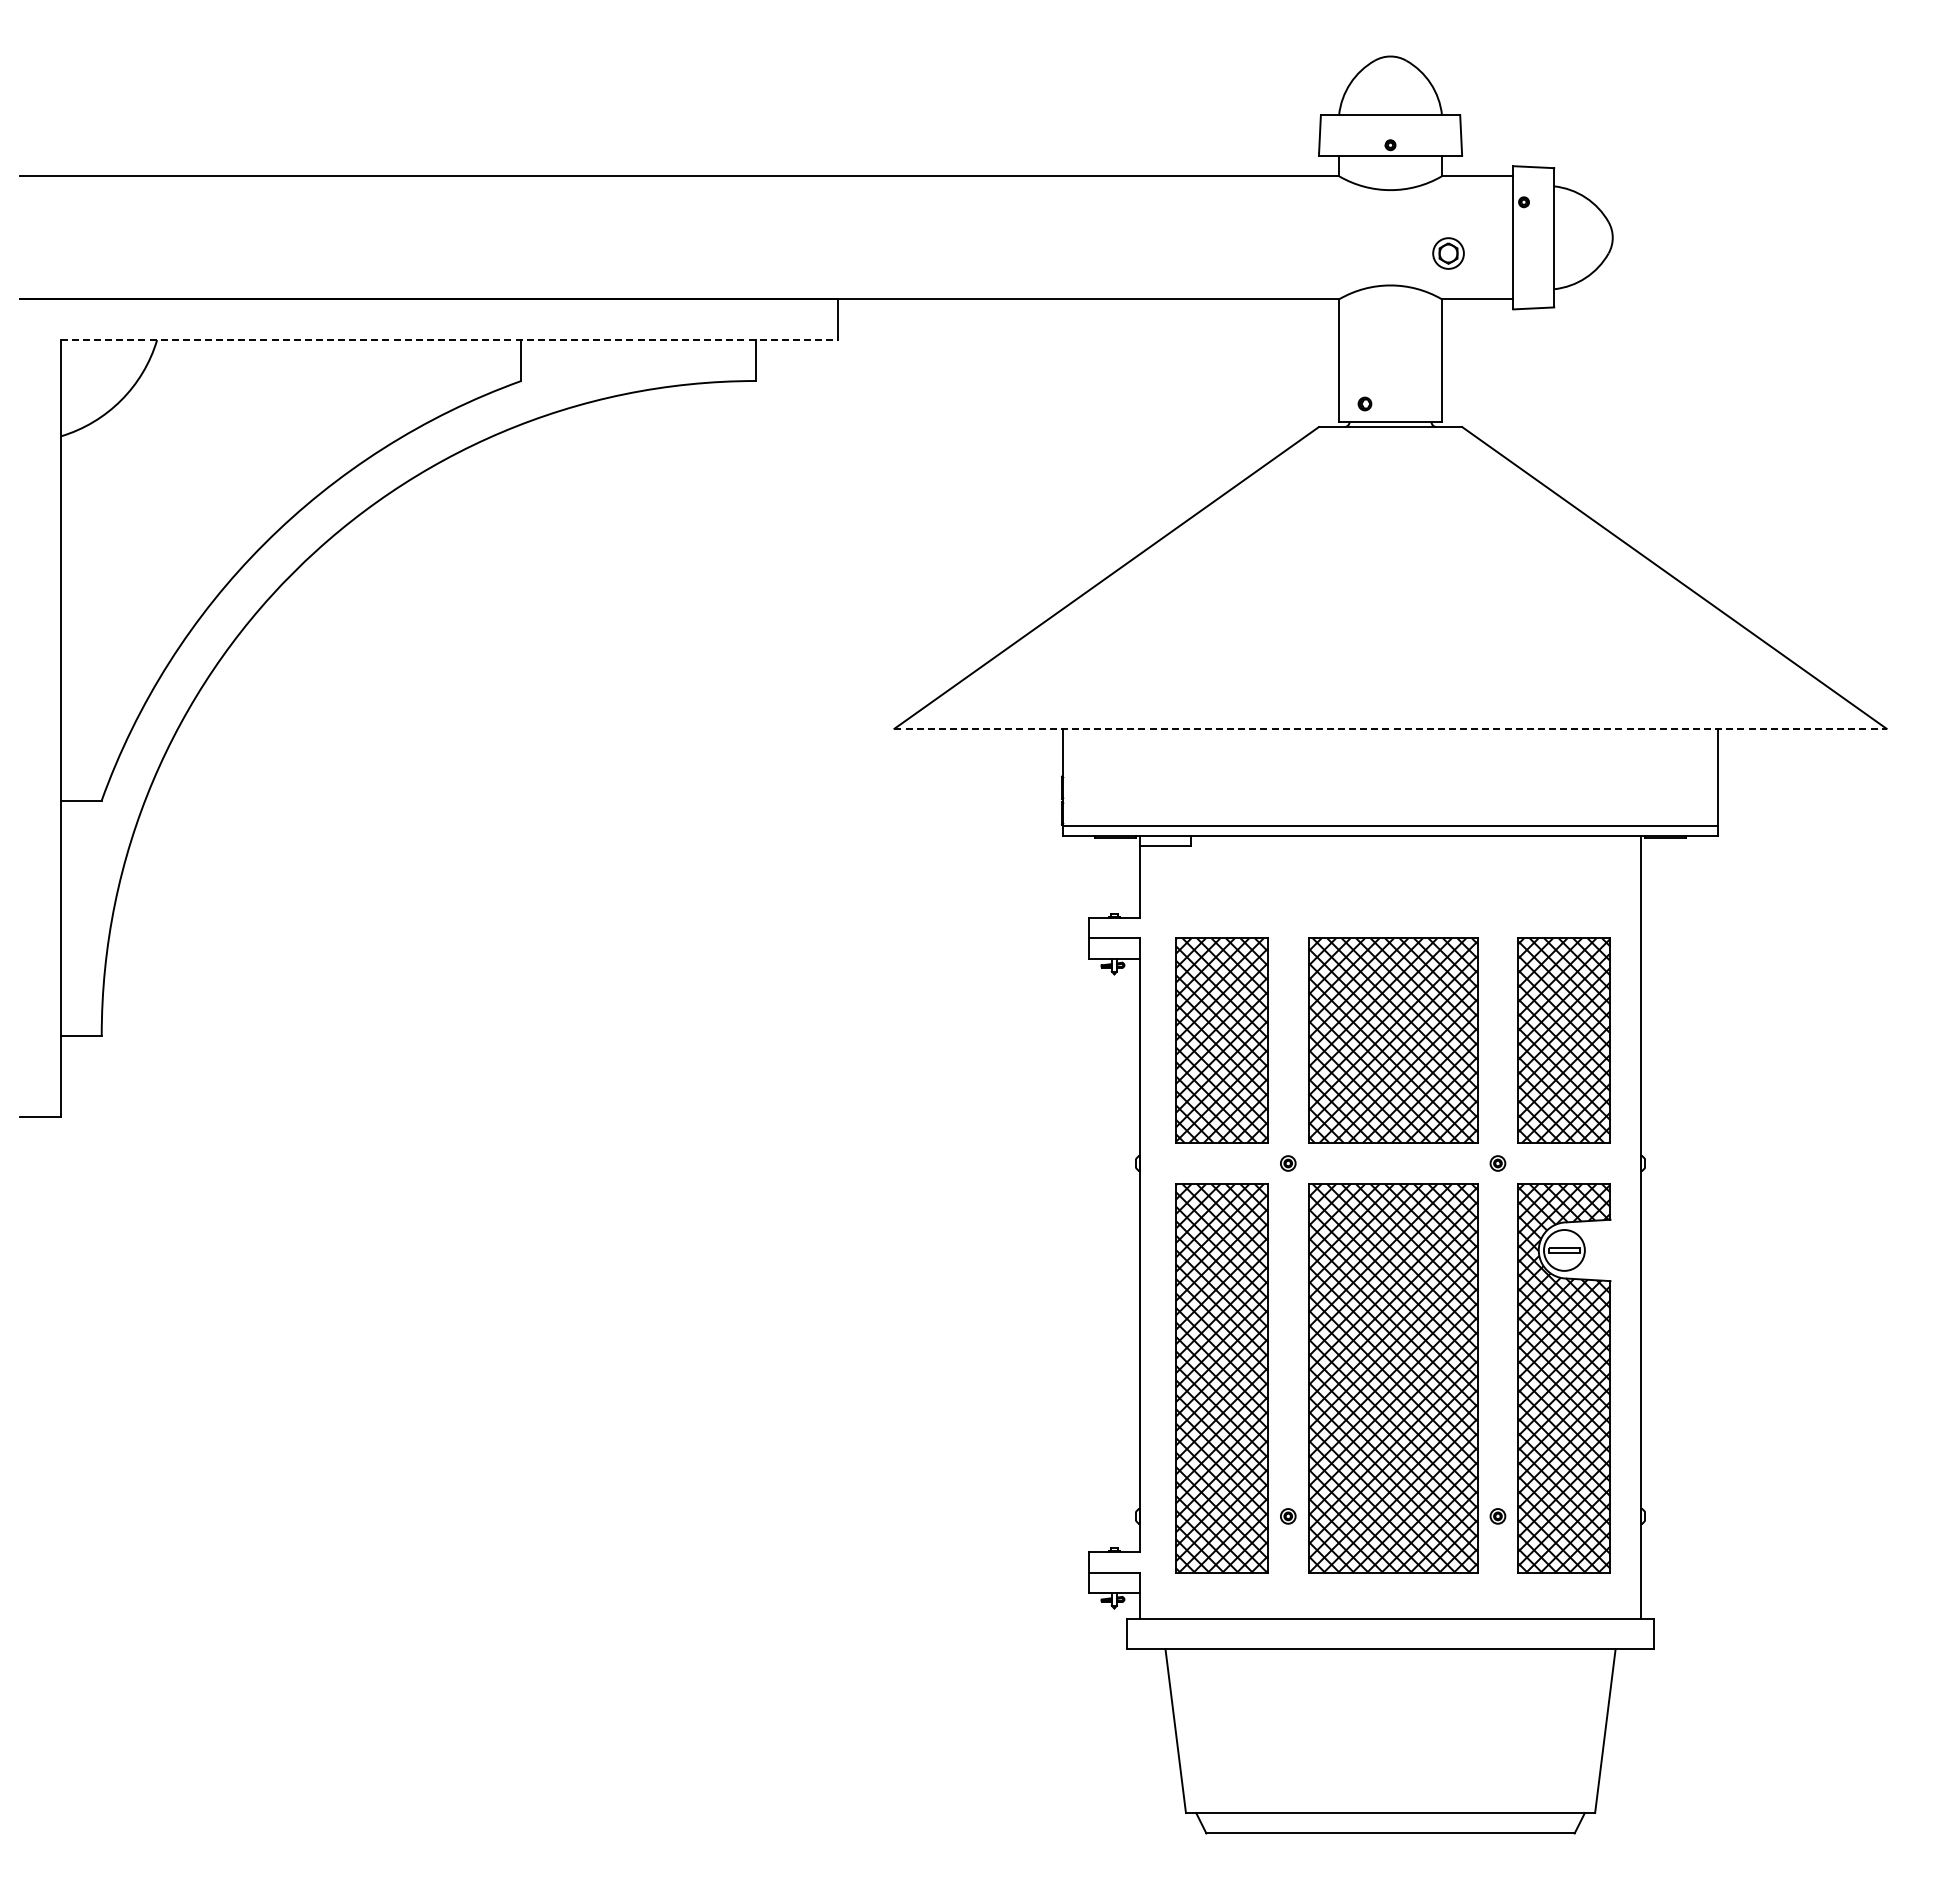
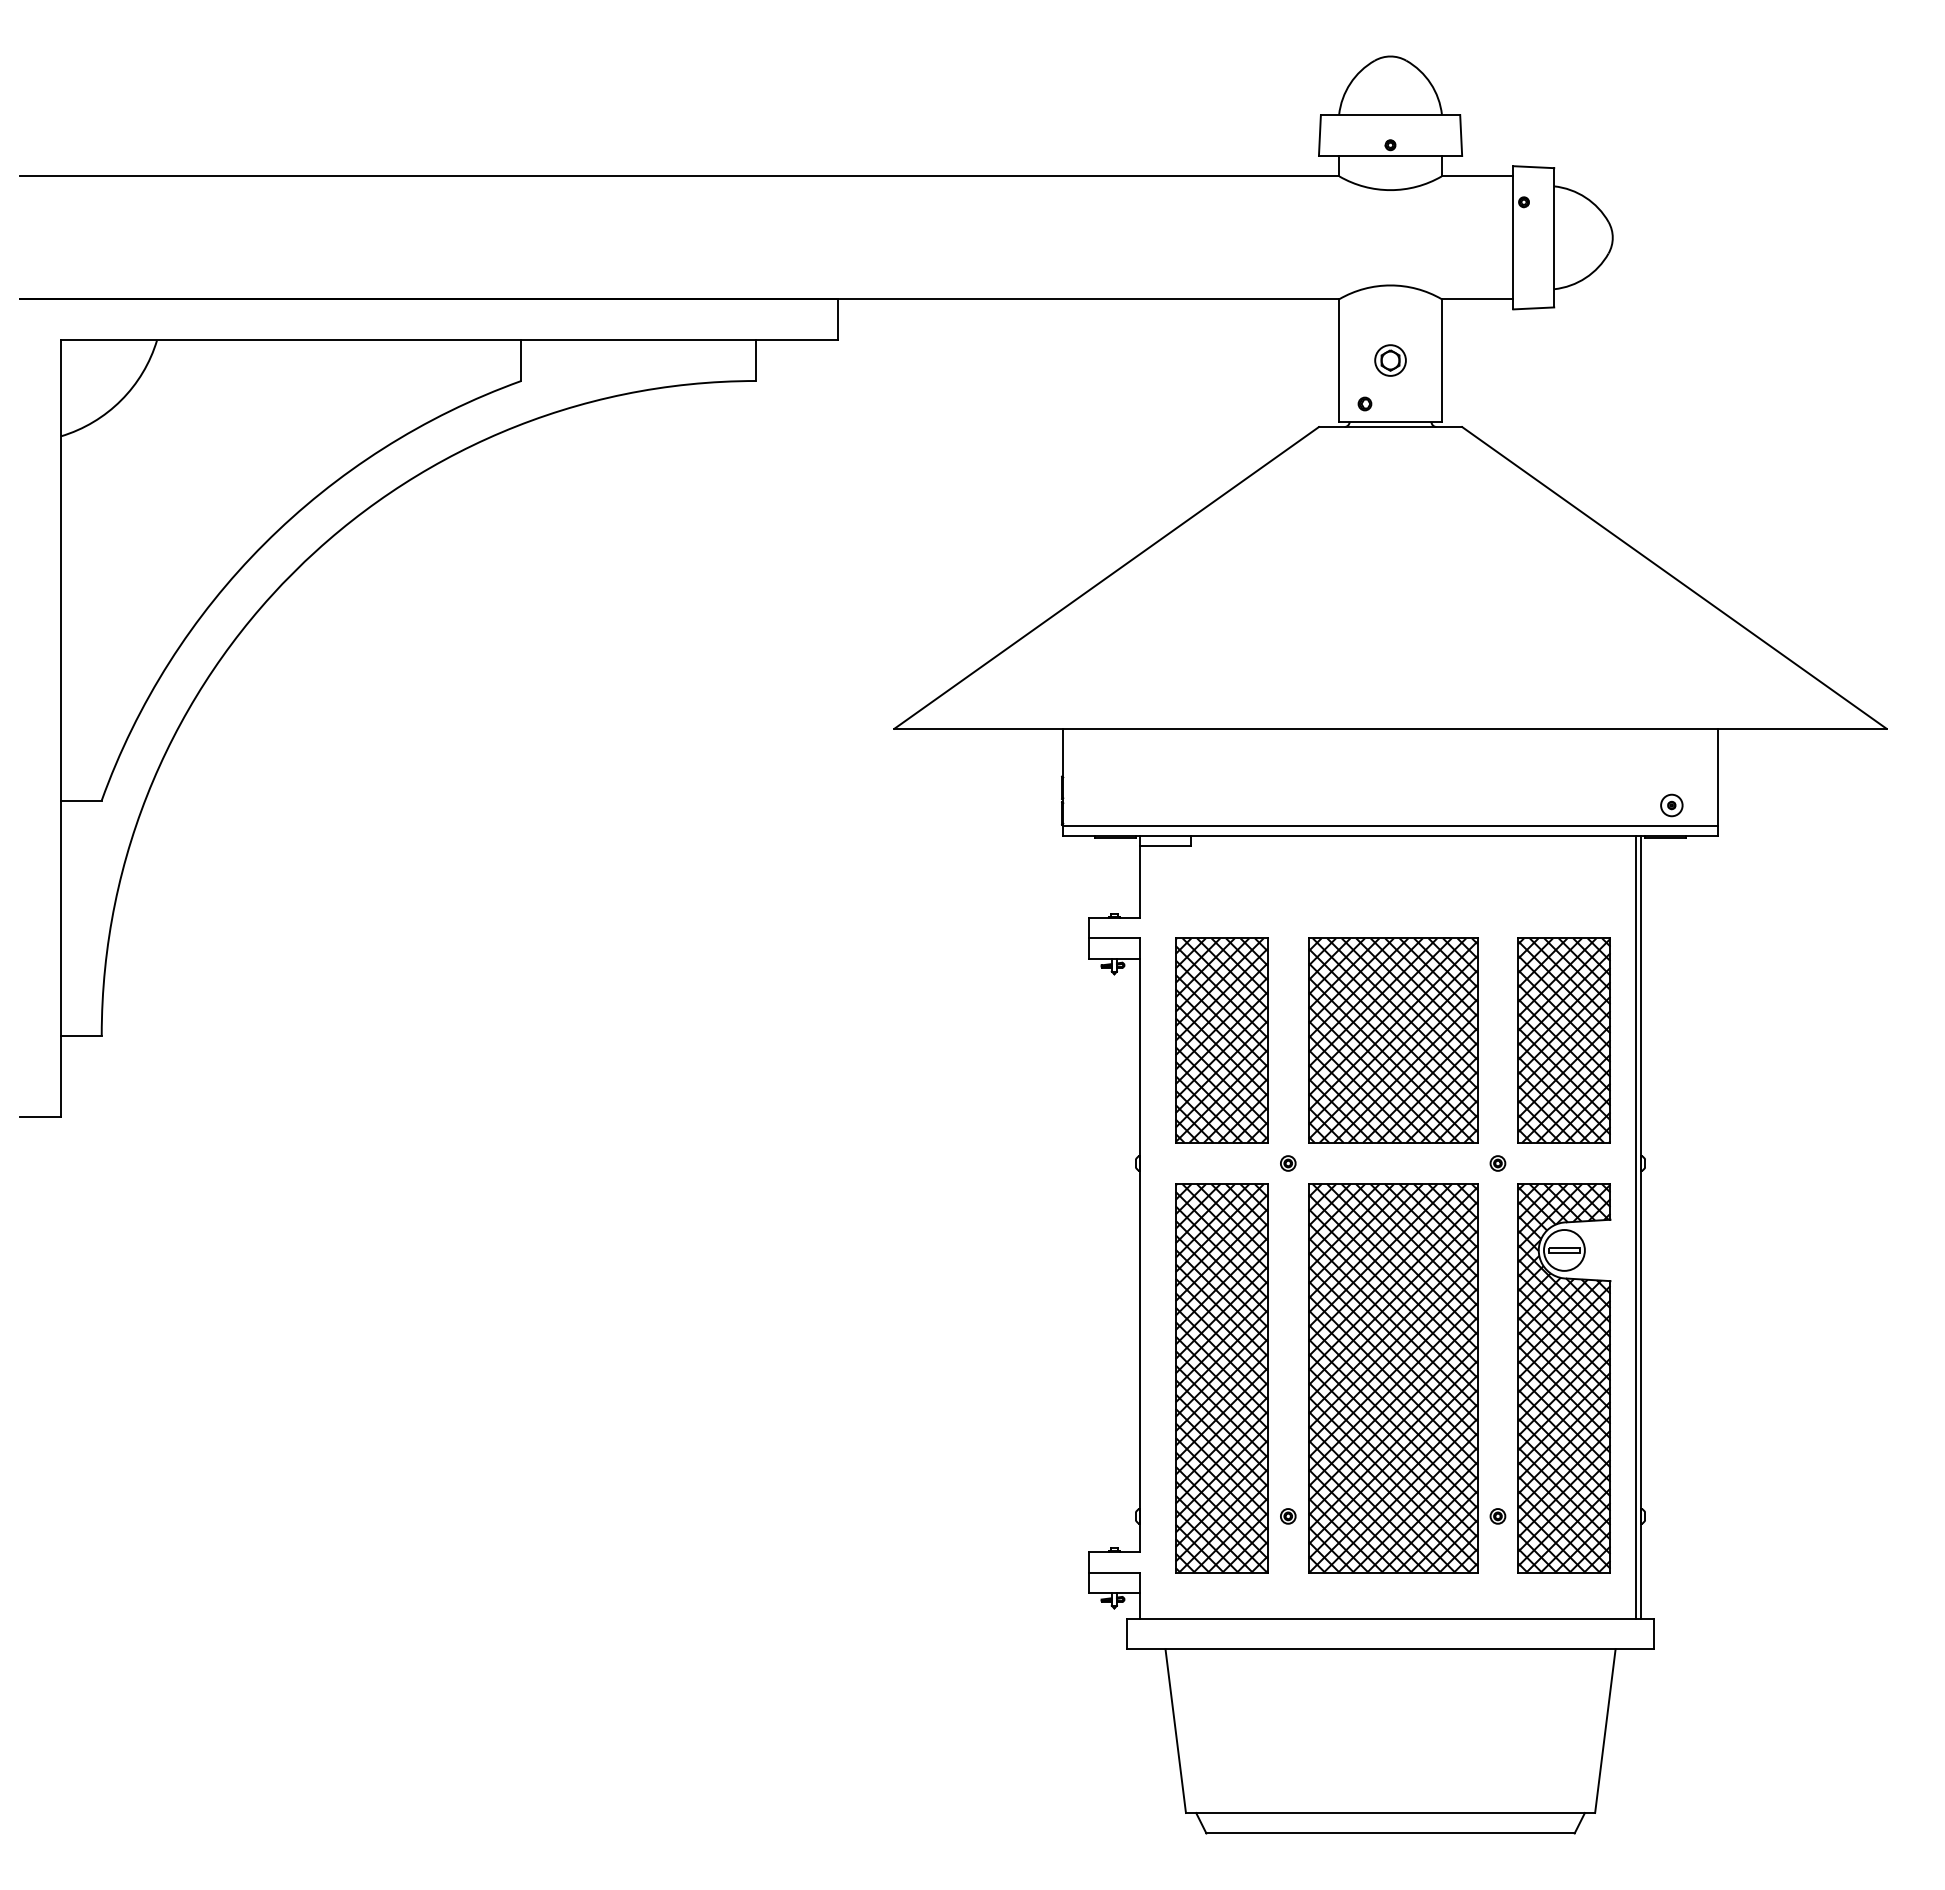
part at (1448, 253) position: (1448, 253) -> (1390, 360)
line at (449, 340): dashed -> solid
line at (1391, 728): dashed -> solid
part at (1671, 805): none -> present
line at (1636, 1227): none -> present
